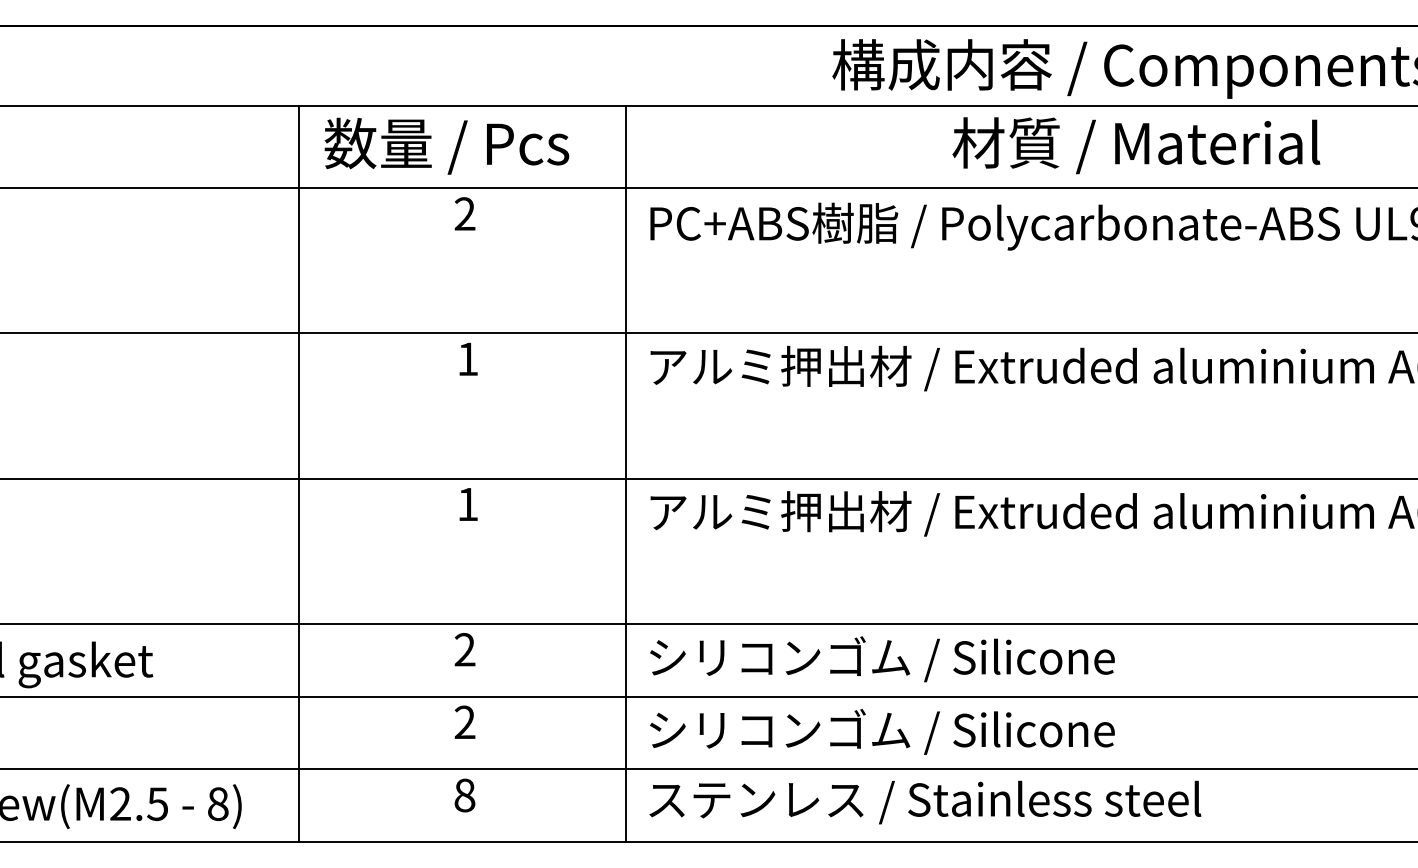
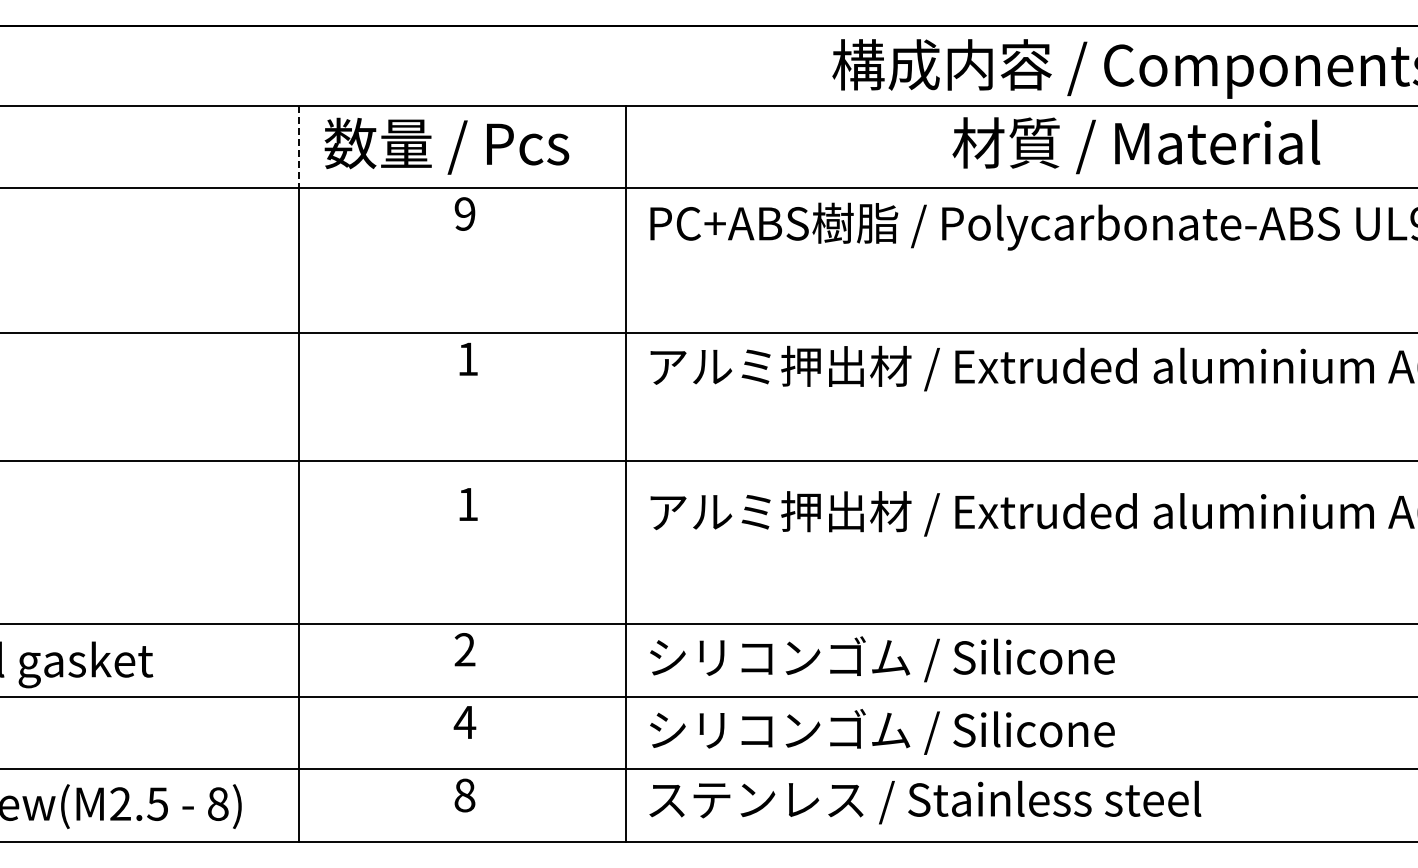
line at (298, 147): solid -> dashed
text at (464, 213): 2 -> 9
line at (708, 478) position: (708, 478) -> (708, 460)
text at (464, 721): 2 -> 4
